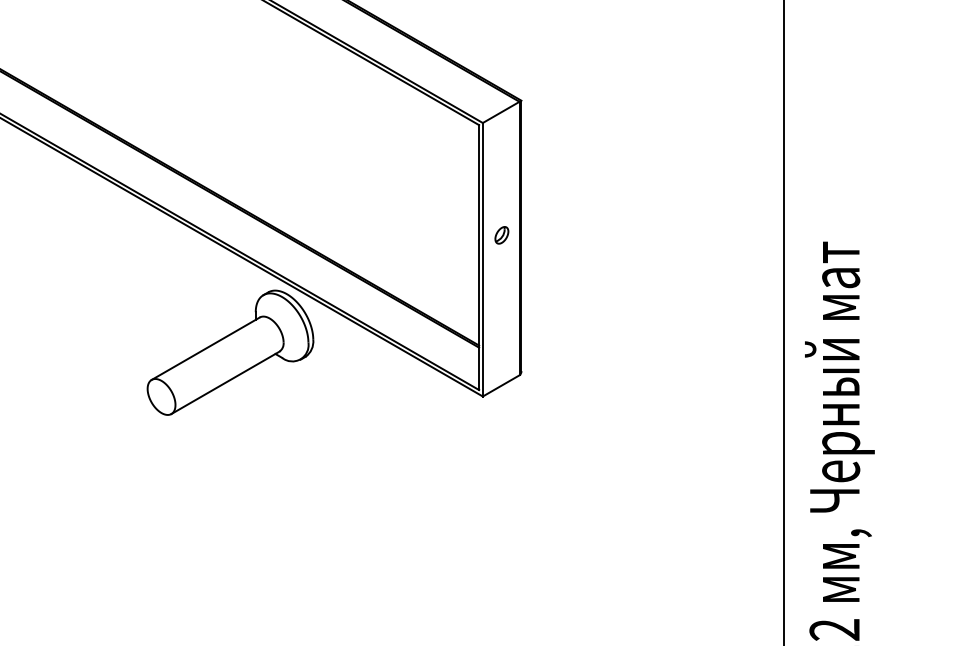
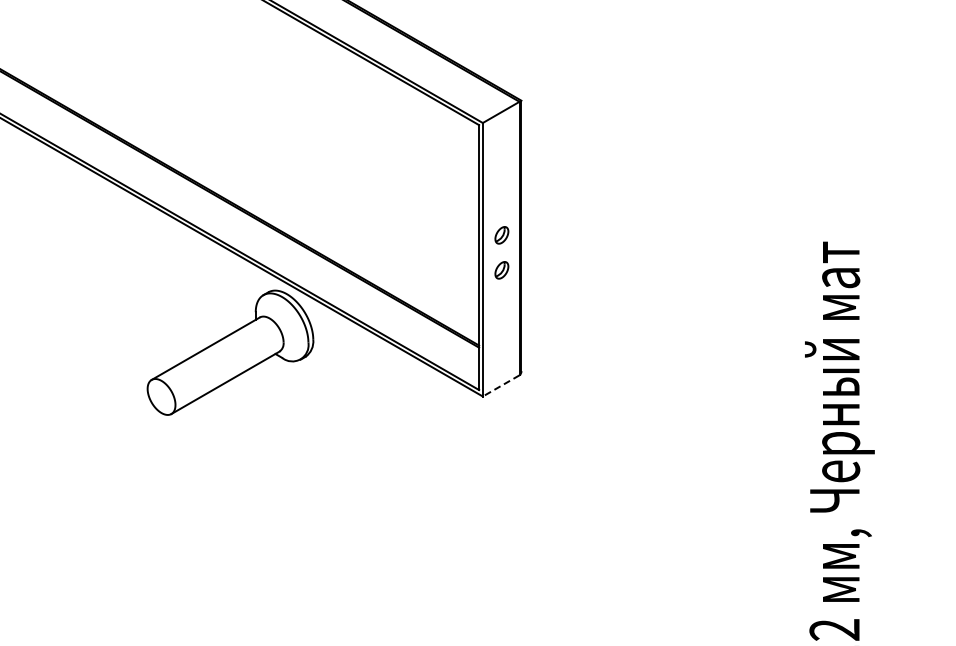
part at (501, 270): none -> present
line at (784, 322): present -> none
line at (500, 386): solid -> dashed
